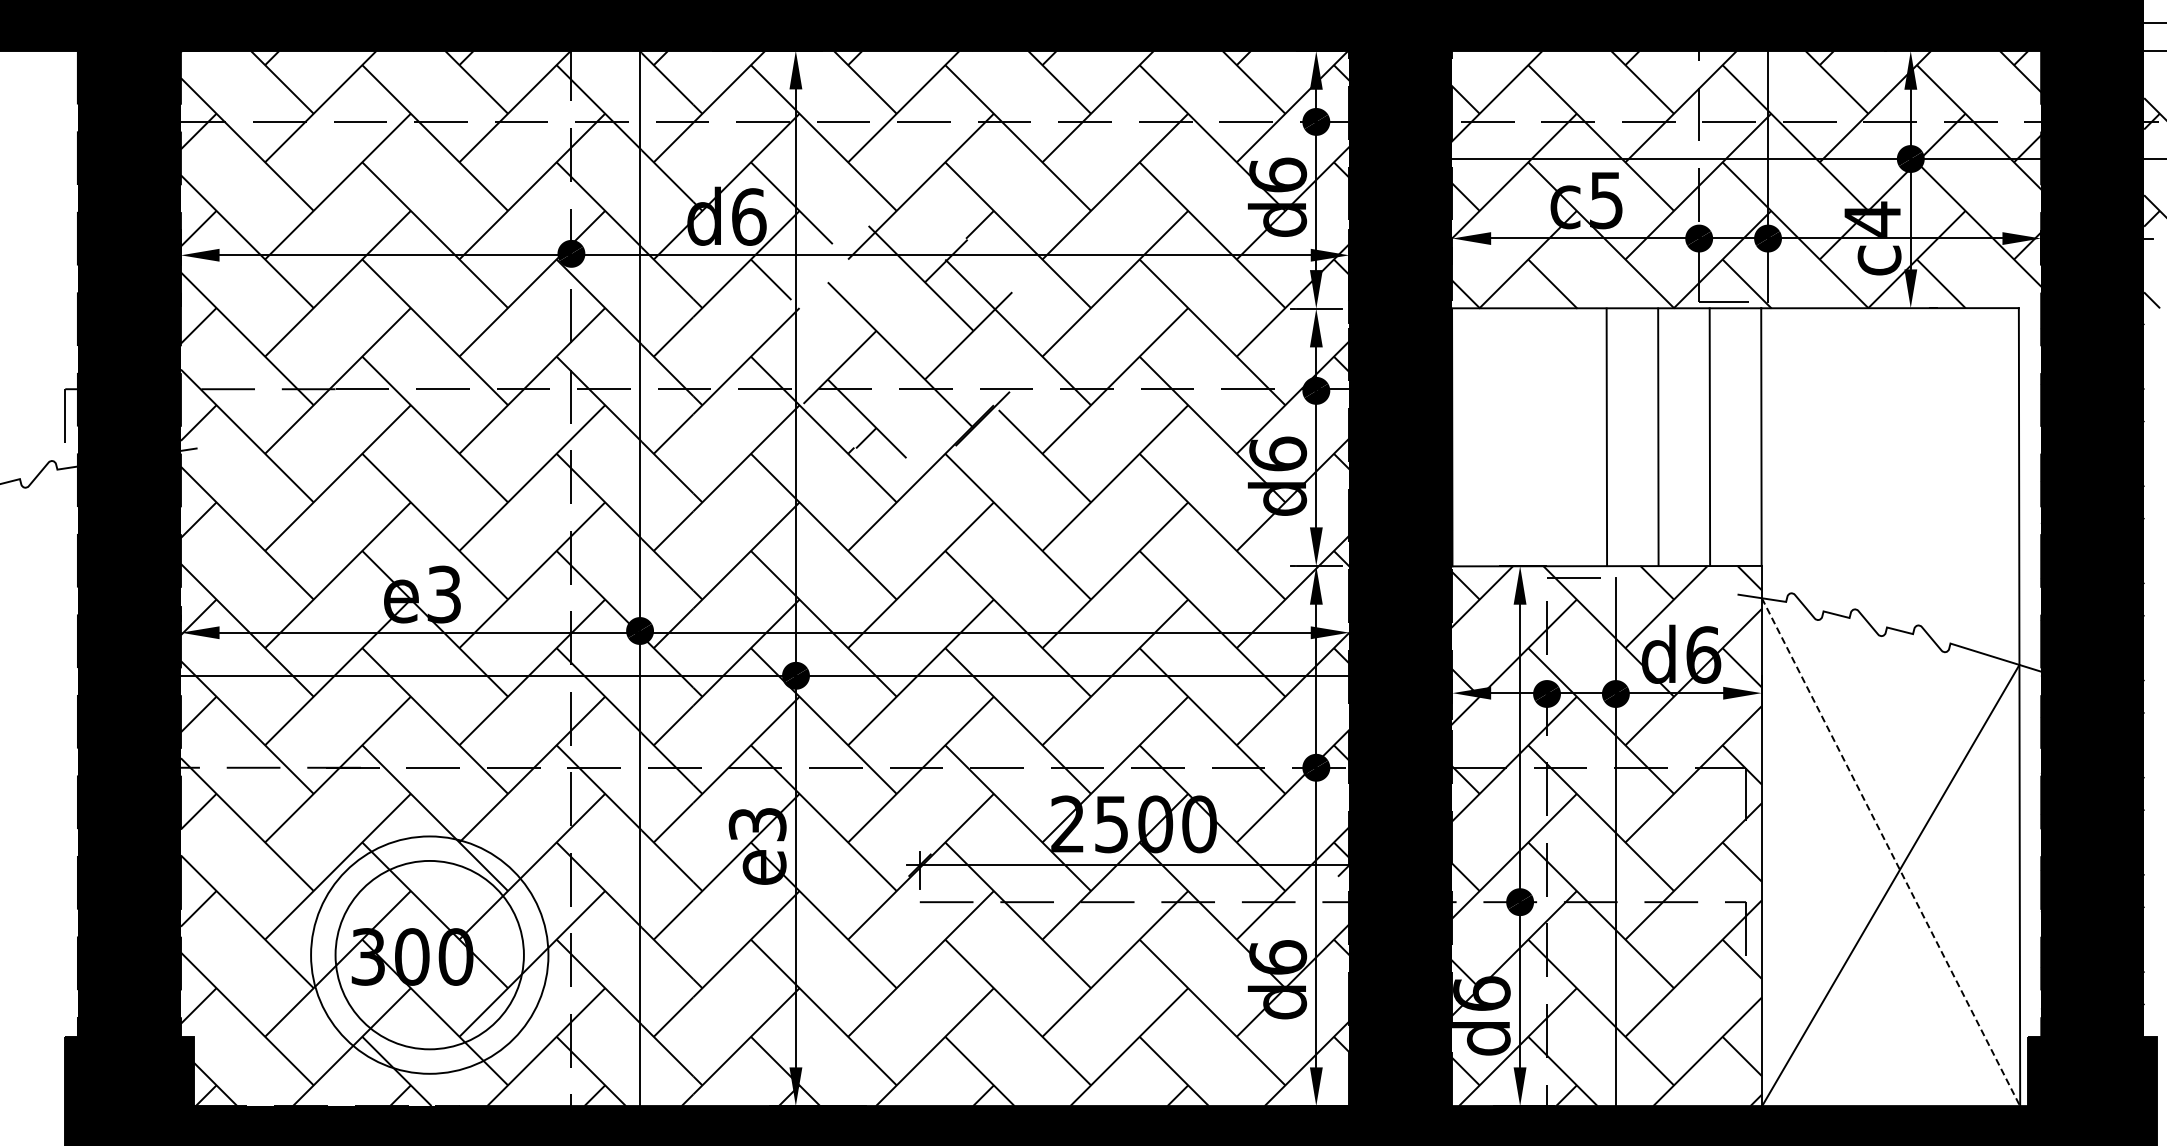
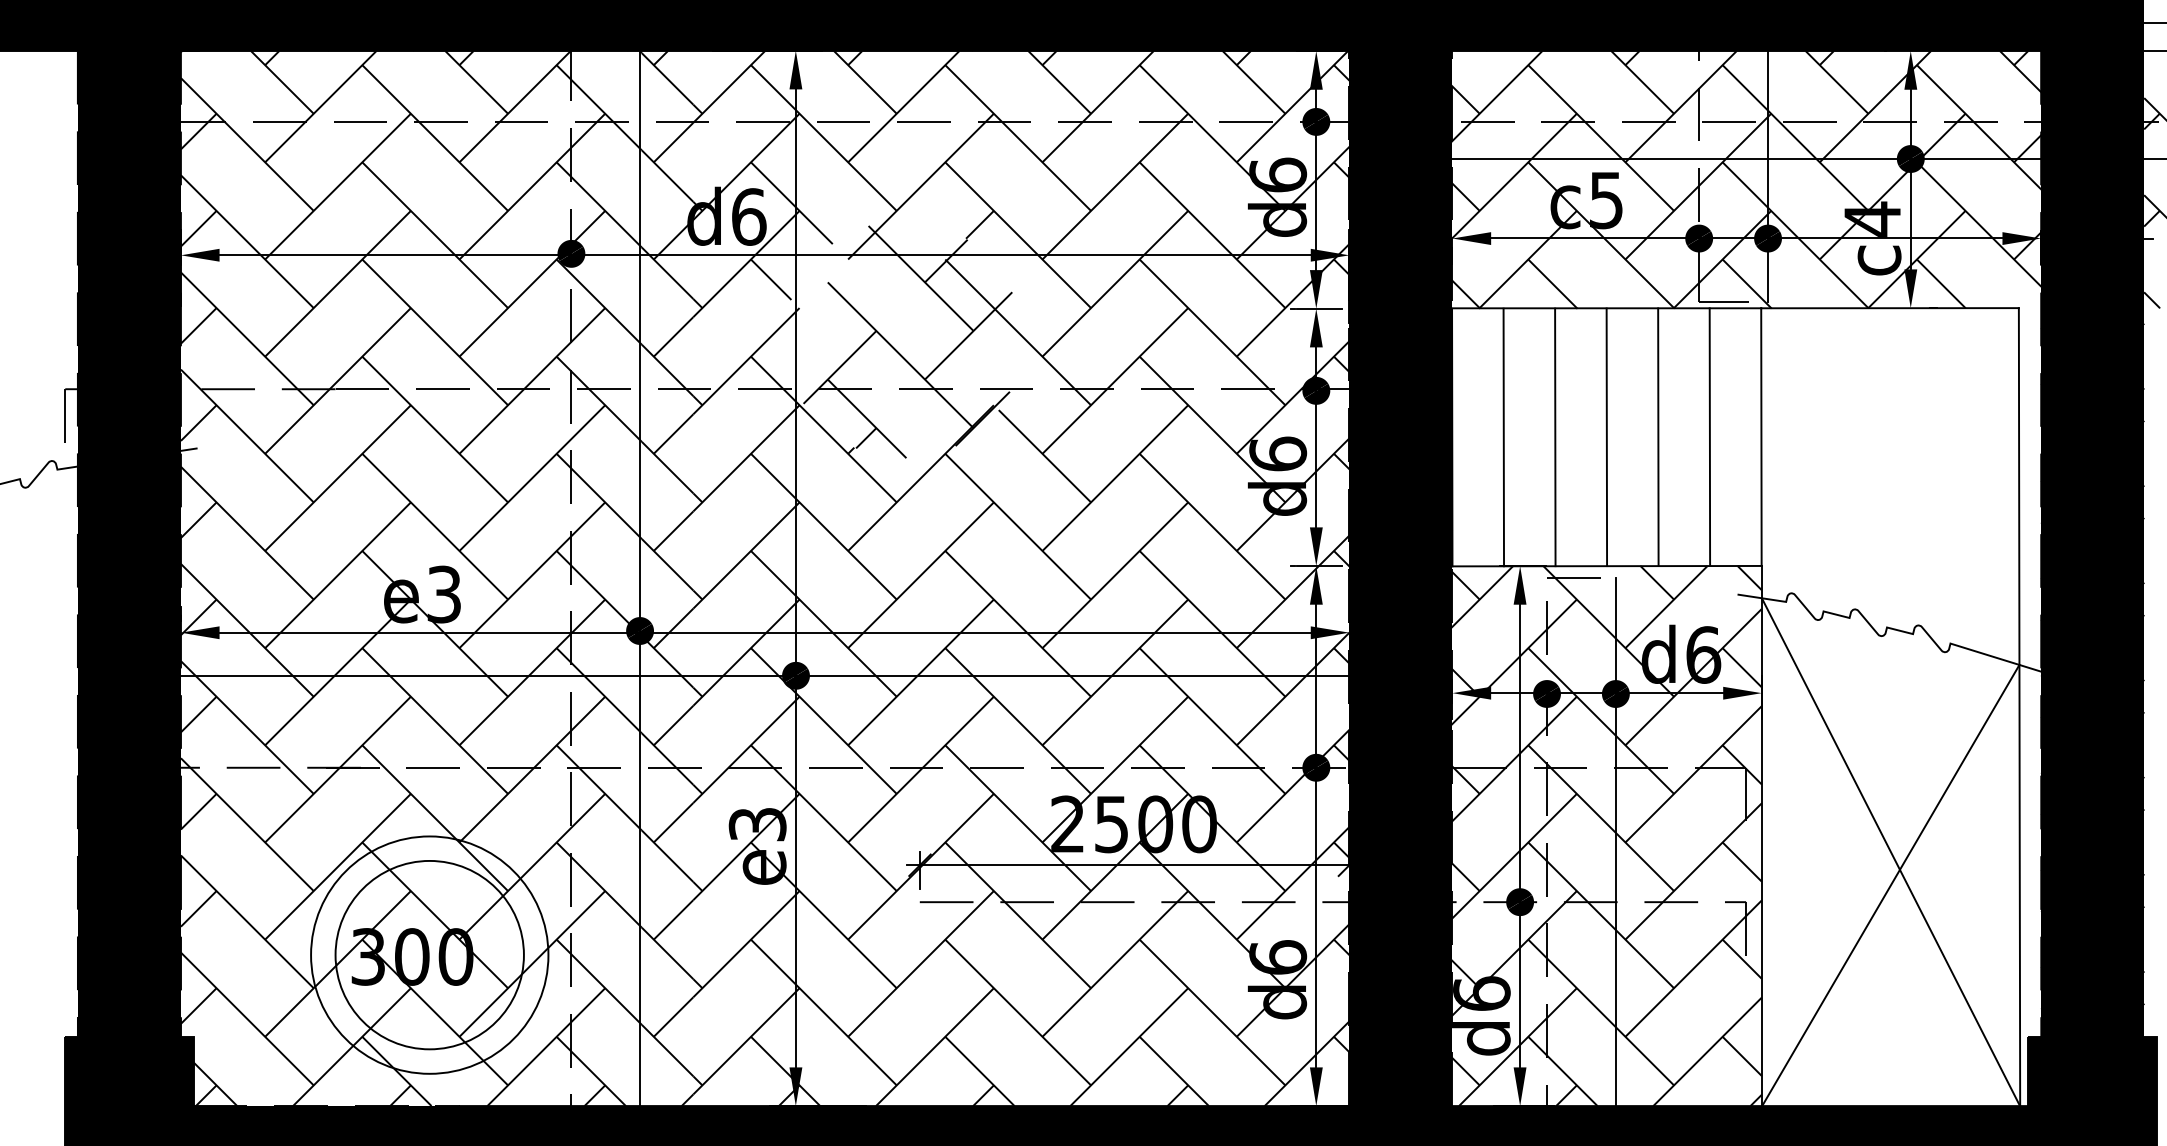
line at (1503, 437): none -> present
line at (1555, 437): none -> present
line at (1891, 852): dashed -> solid
